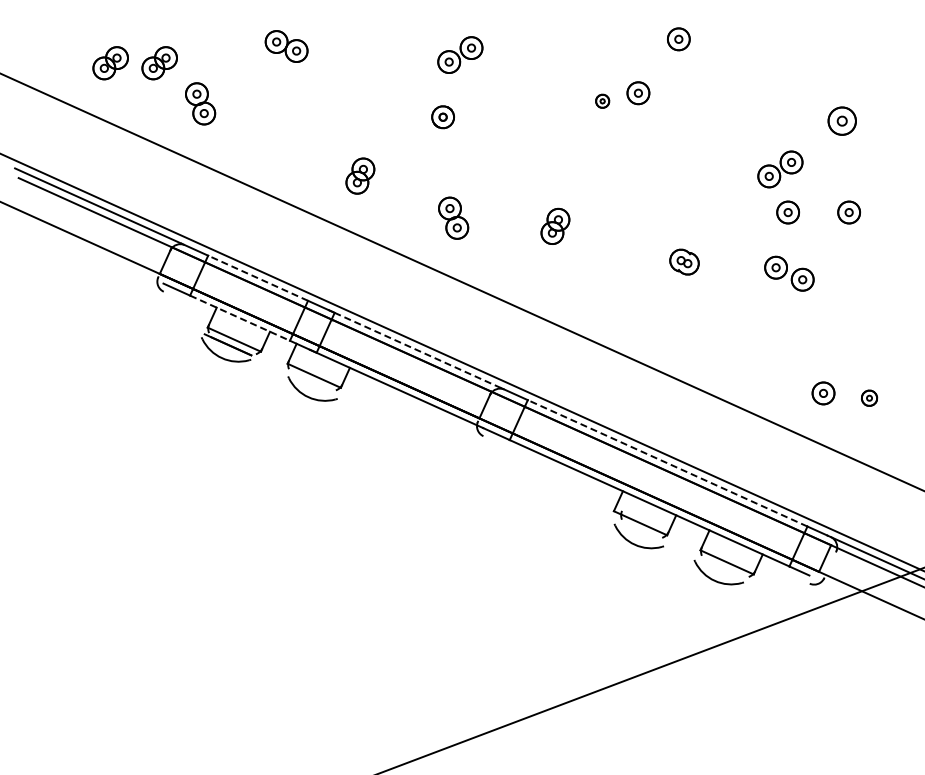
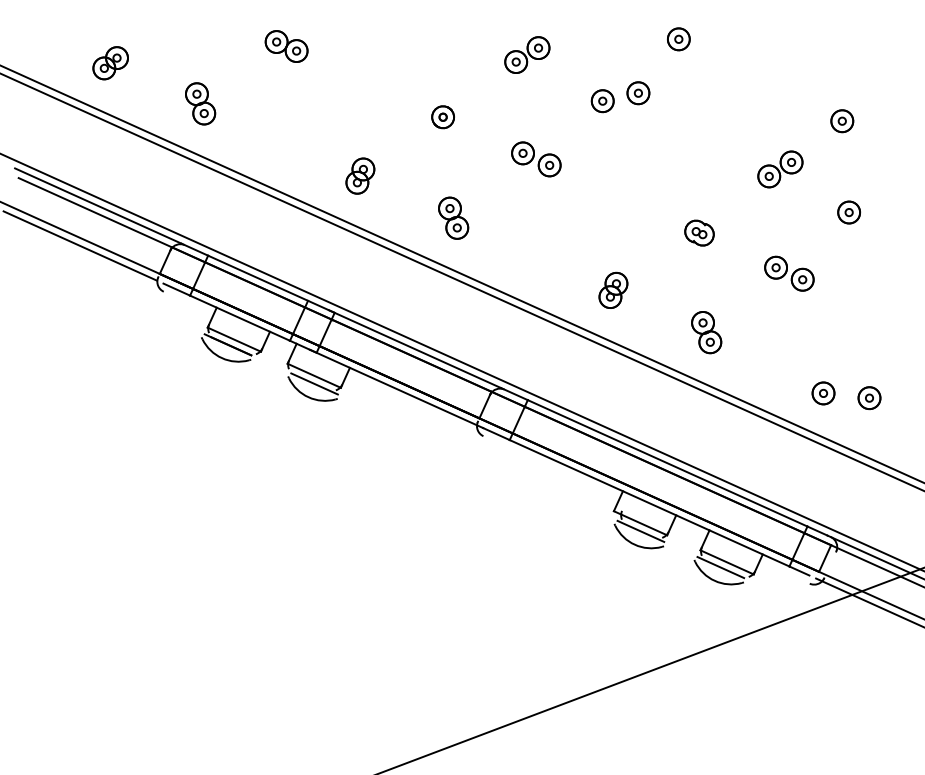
part at (460, 54) position: (460, 54) -> (527, 54)
part at (159, 63): present -> none
part at (602, 100) size: 16x16 px -> 25x25 px
part at (841, 120) size: 30x30 px -> 25x25 px
part at (536, 159): none -> present
part at (787, 212): present -> none
part at (555, 225) position: (555, 225) -> (613, 289)
line at (79, 245): none -> present
part at (684, 261) position: (684, 261) -> (699, 232)
line at (461, 273): none -> present
line at (258, 278): dashed -> solid
line at (240, 318): dashed -> solid
part at (706, 332): none -> present
line at (417, 350): dashed -> solid
line at (314, 383): none -> present
part at (869, 397) size: 18x18 px -> 25x25 px
line at (667, 463): dashed -> solid
line at (640, 530): none -> present
line at (720, 567): none -> present
line at (868, 602): none -> present
